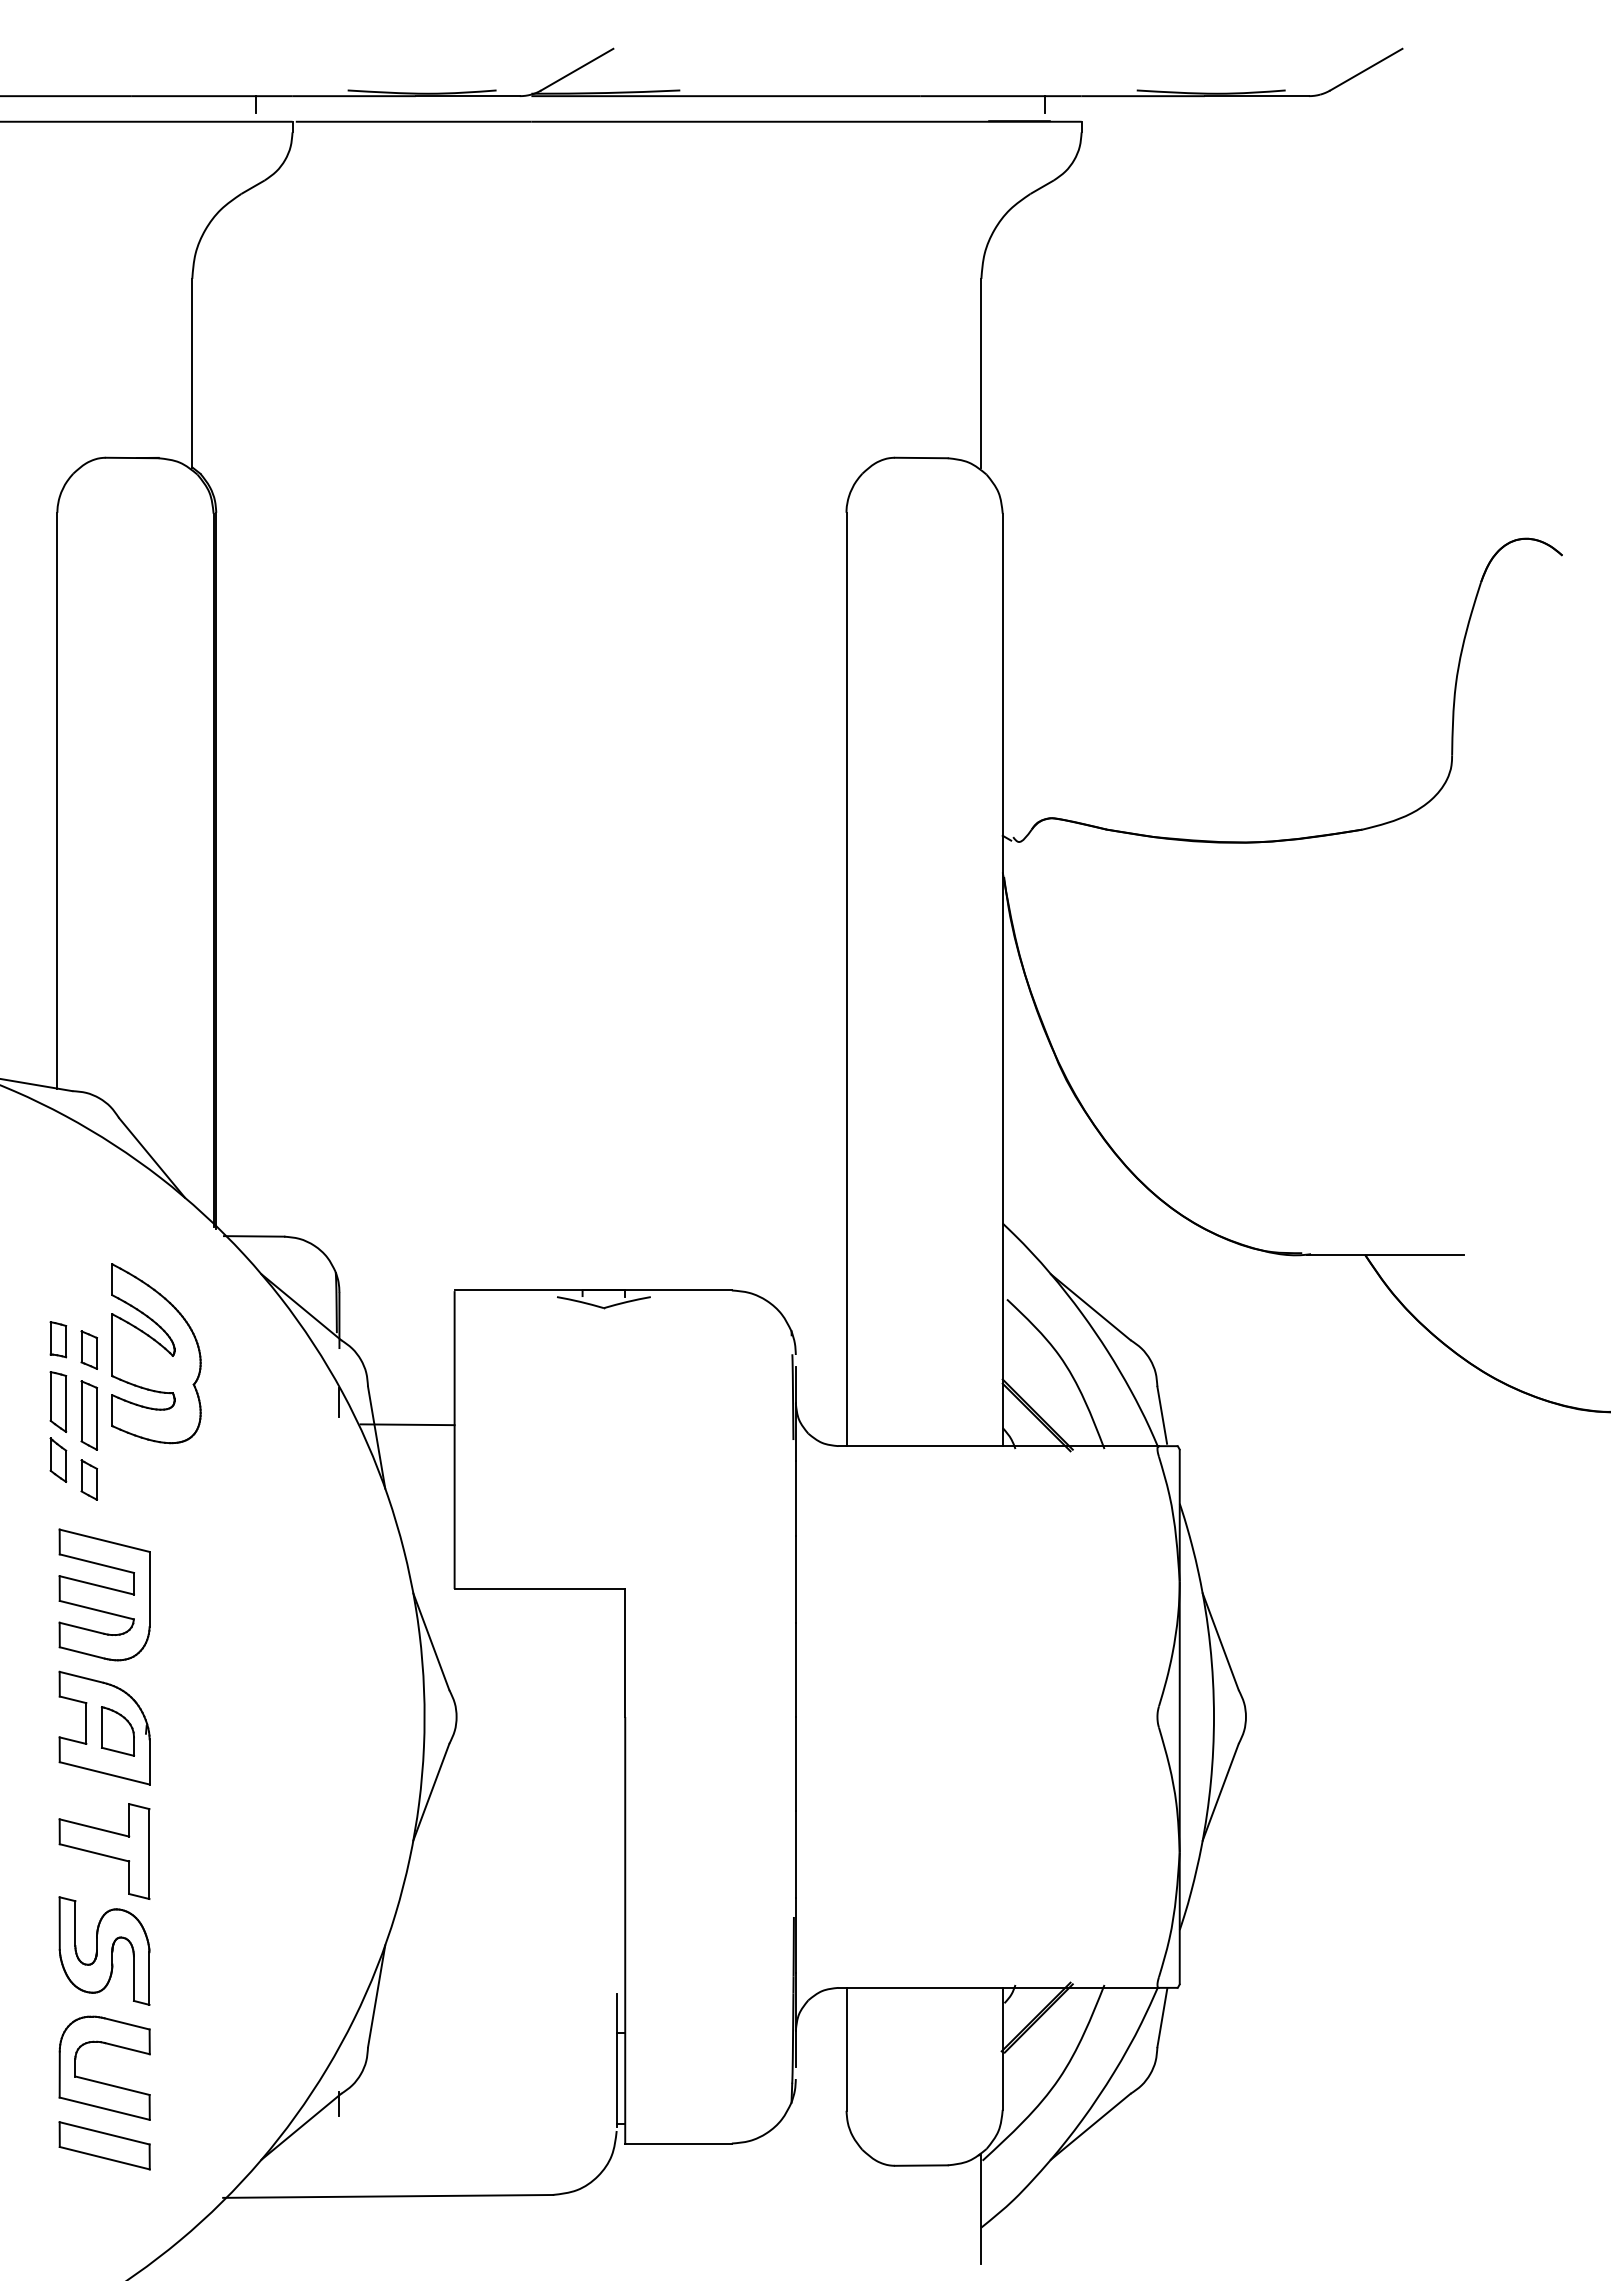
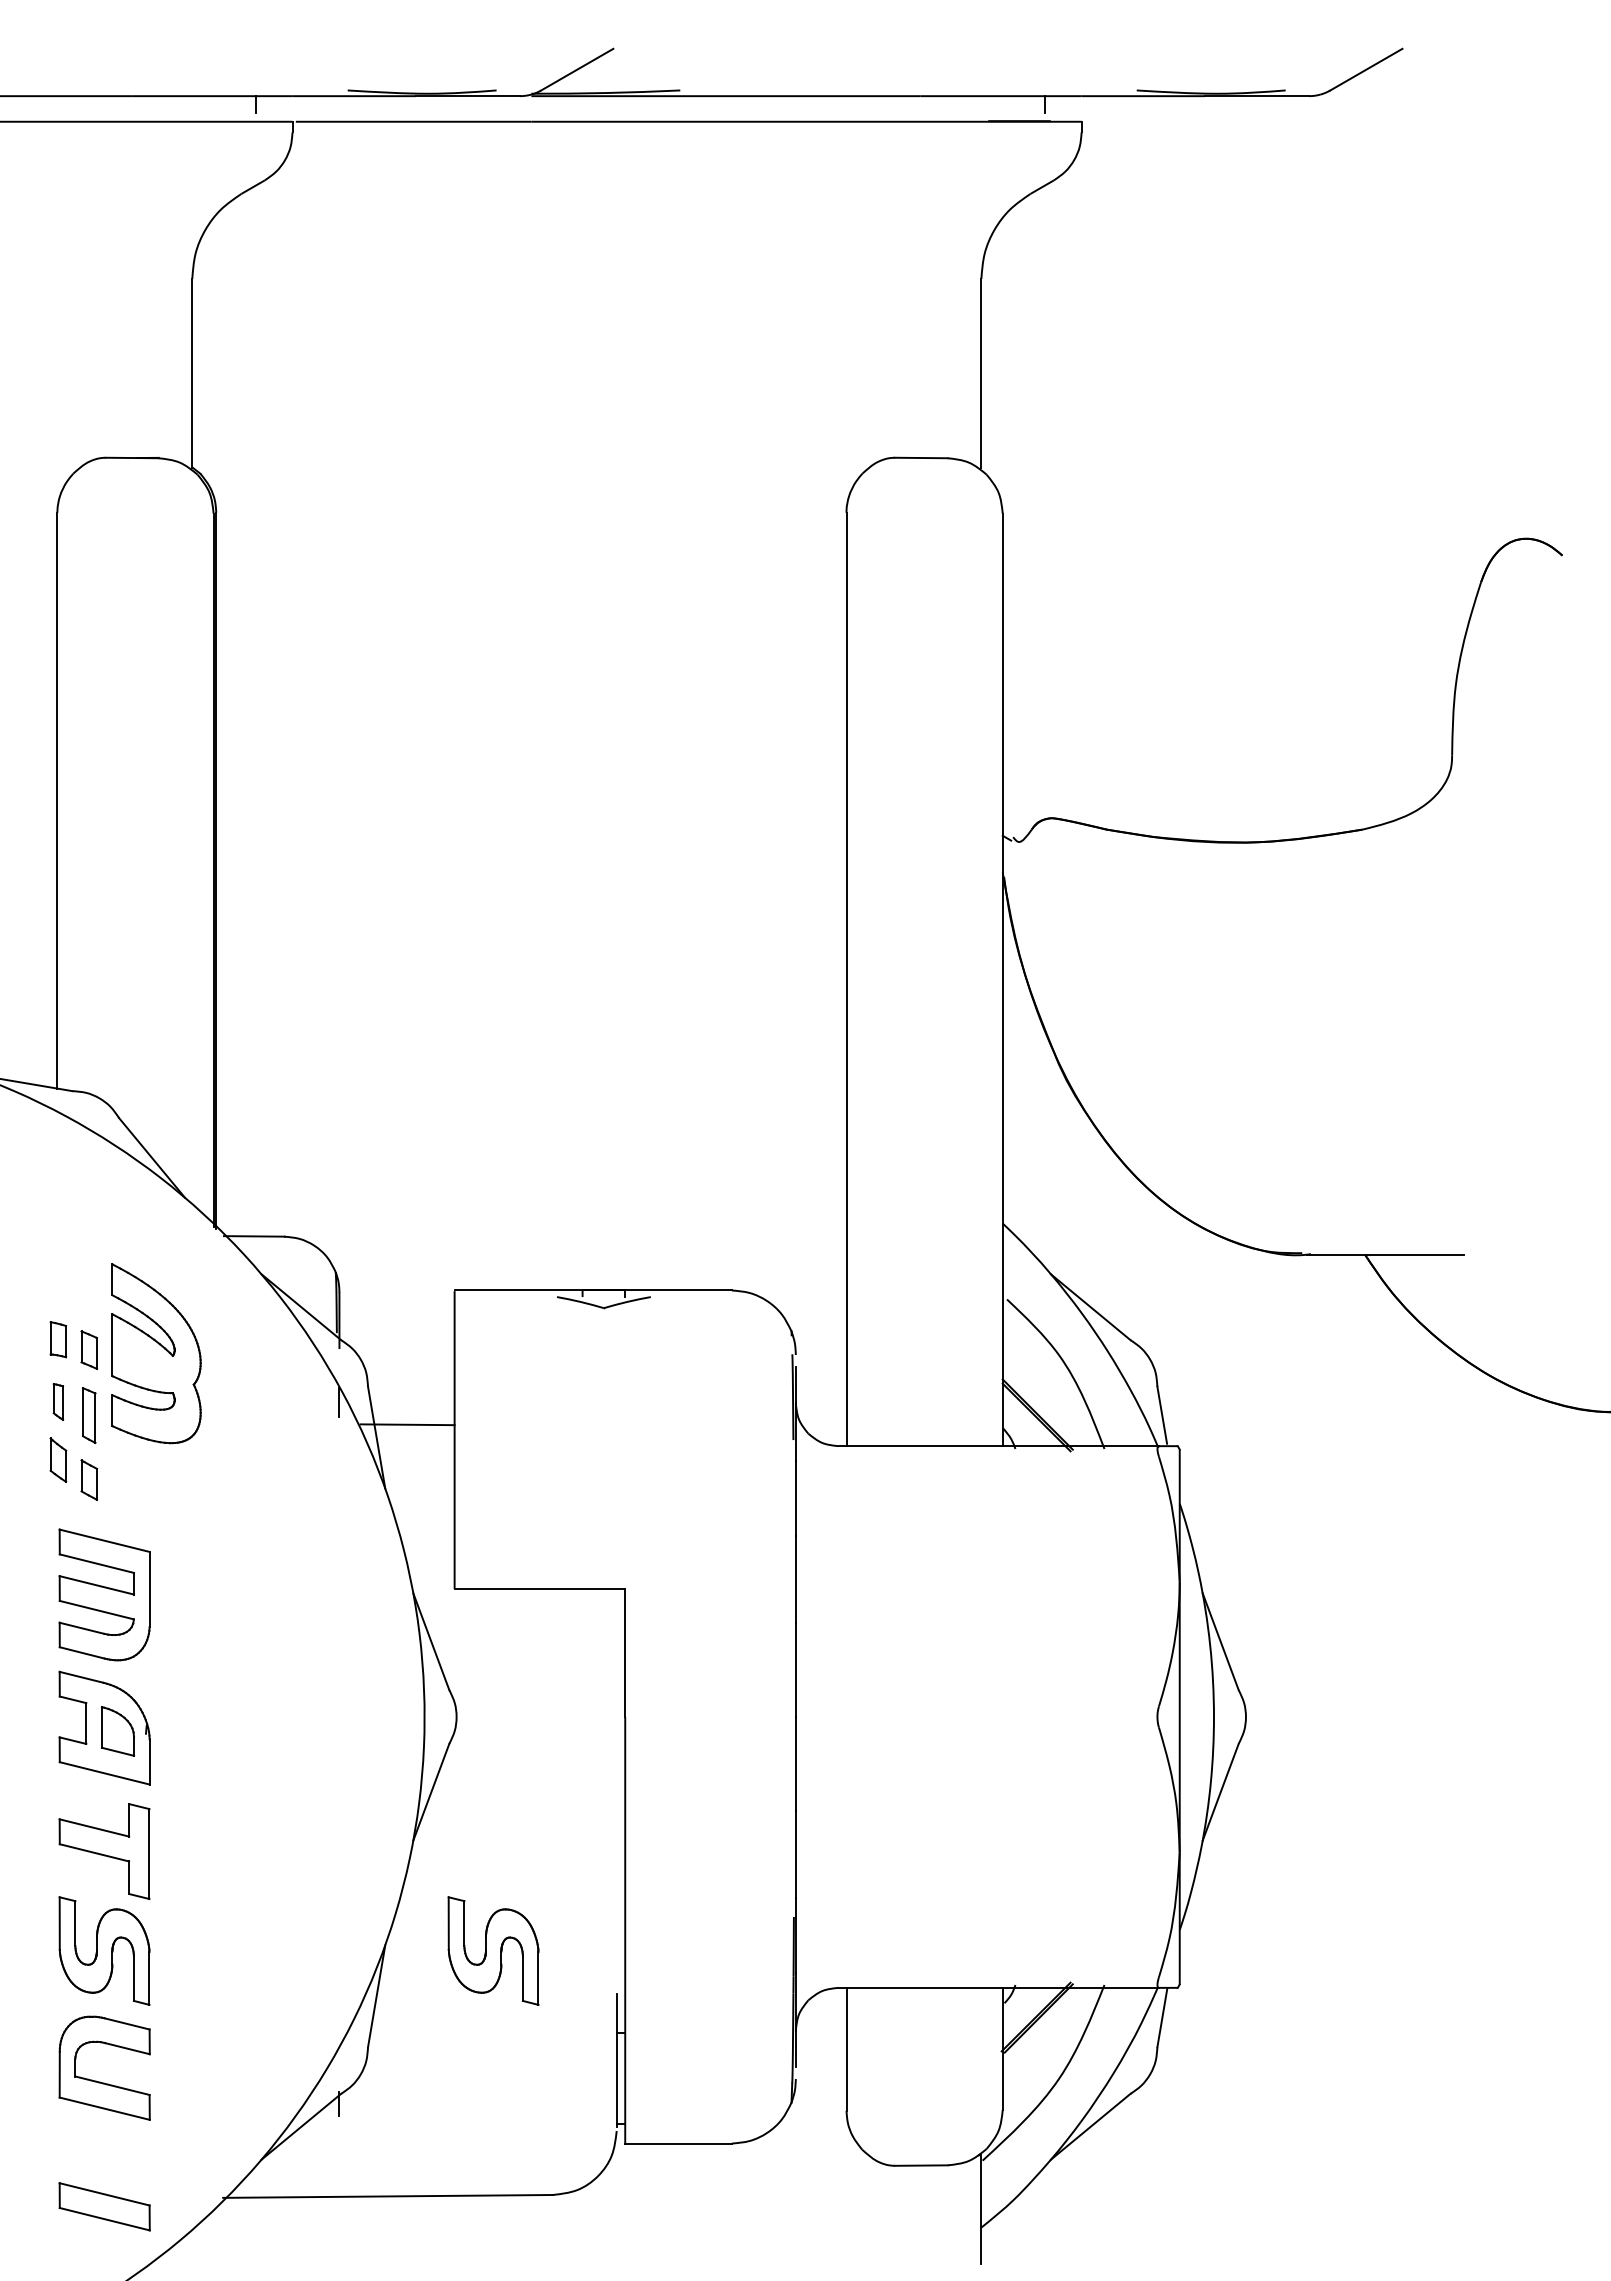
part at (58, 1401) size: 19x62 px -> 13x38 px
part at (88, 1415) size: 18x71 px -> 15x57 px
part at (493, 1950): none -> present
part at (104, 2145) position: (104, 2145) -> (104, 2206)
